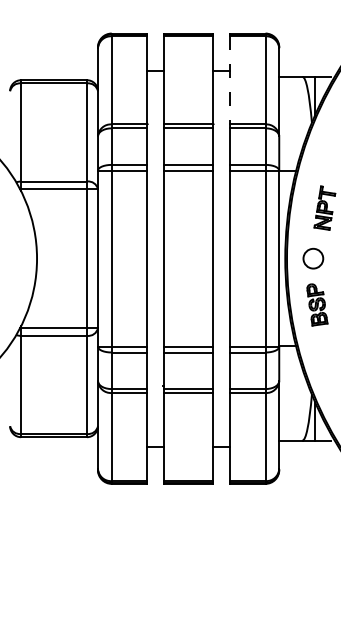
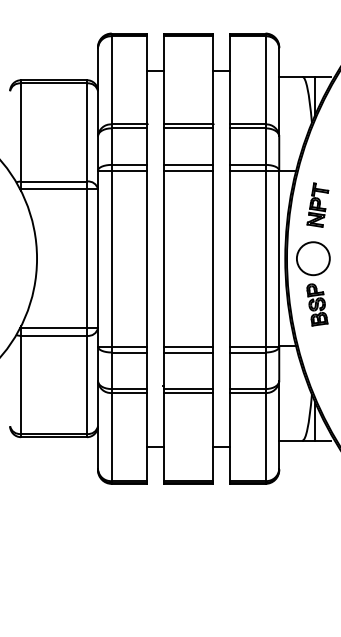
line at (229, 80): dashed -> solid
part at (324, 207) position: (324, 207) -> (317, 204)
circle at (313, 258) diameter: 20 px -> 33 px
